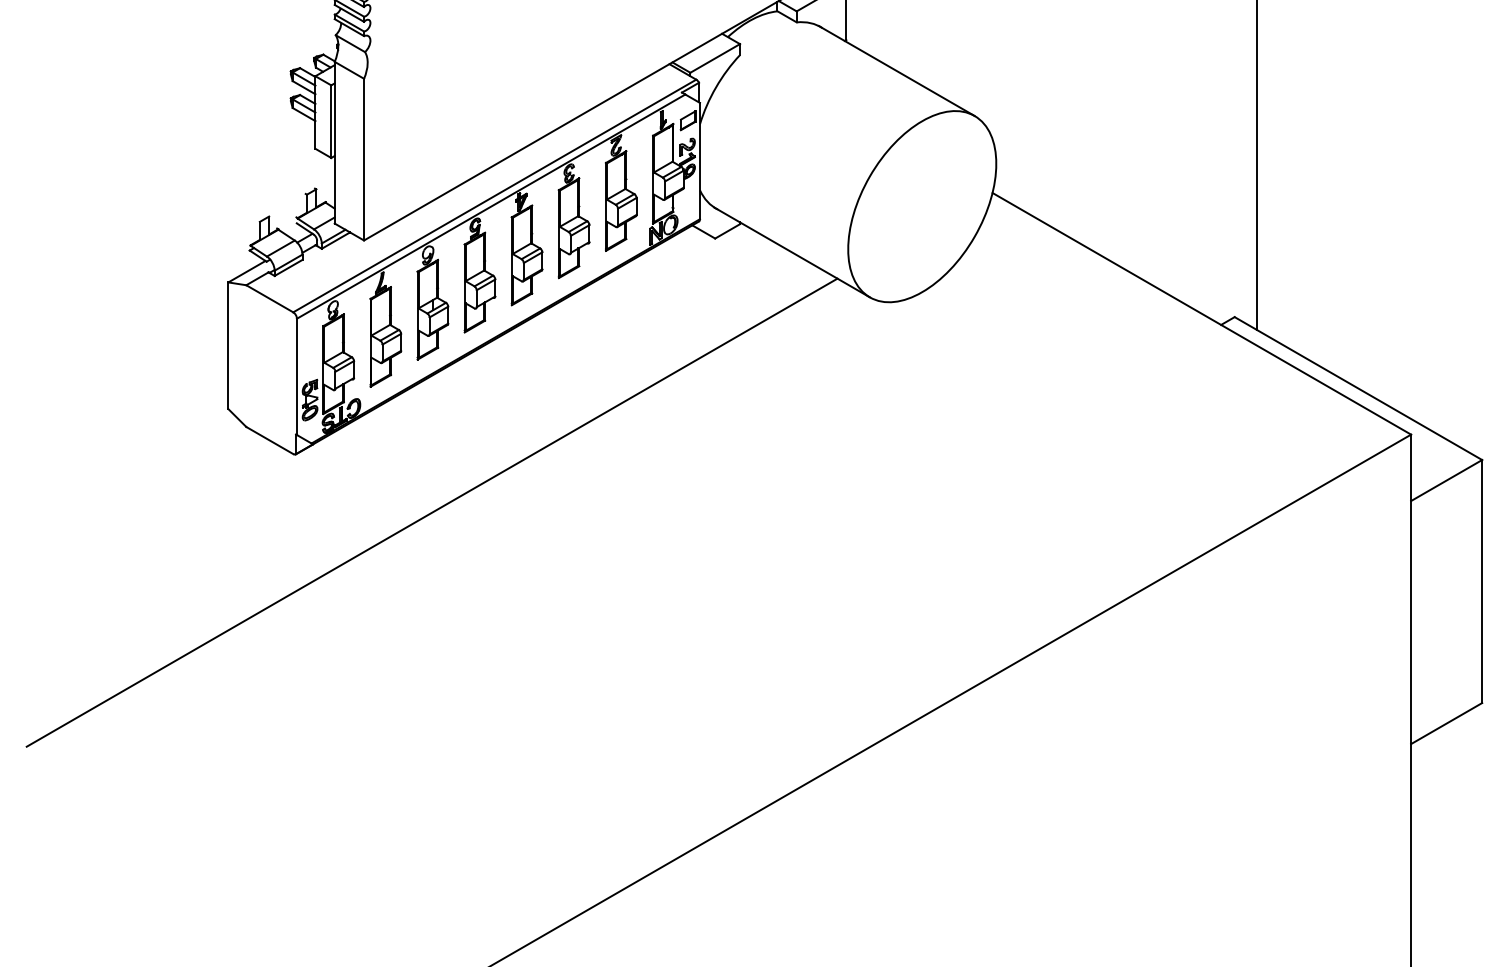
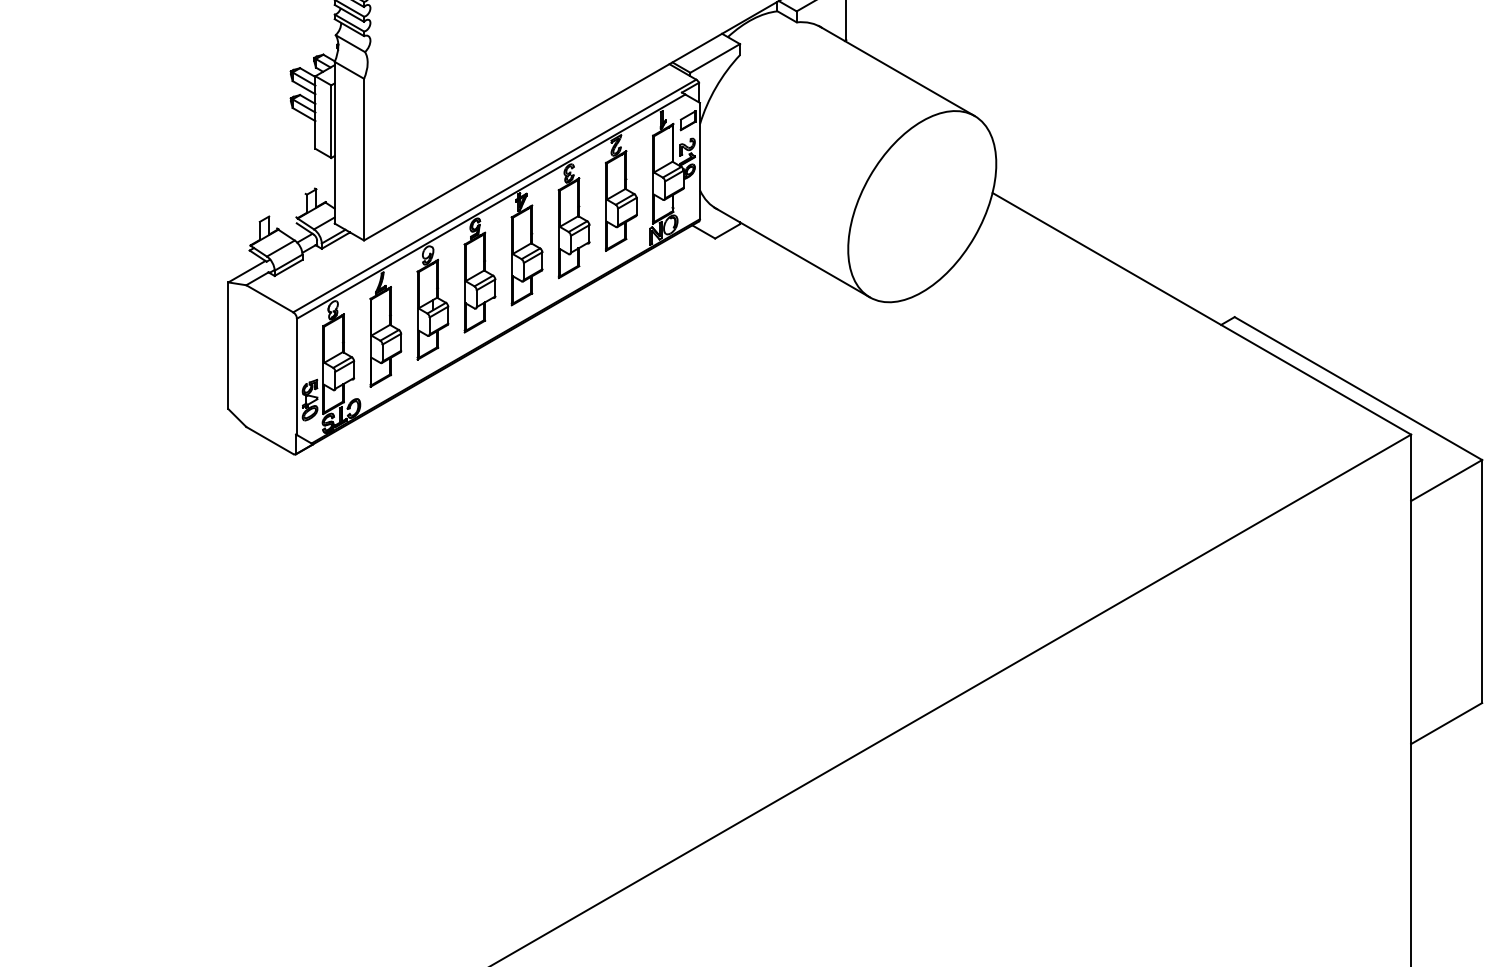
line at (1257, 166): present -> none
line at (431, 512): present -> none
